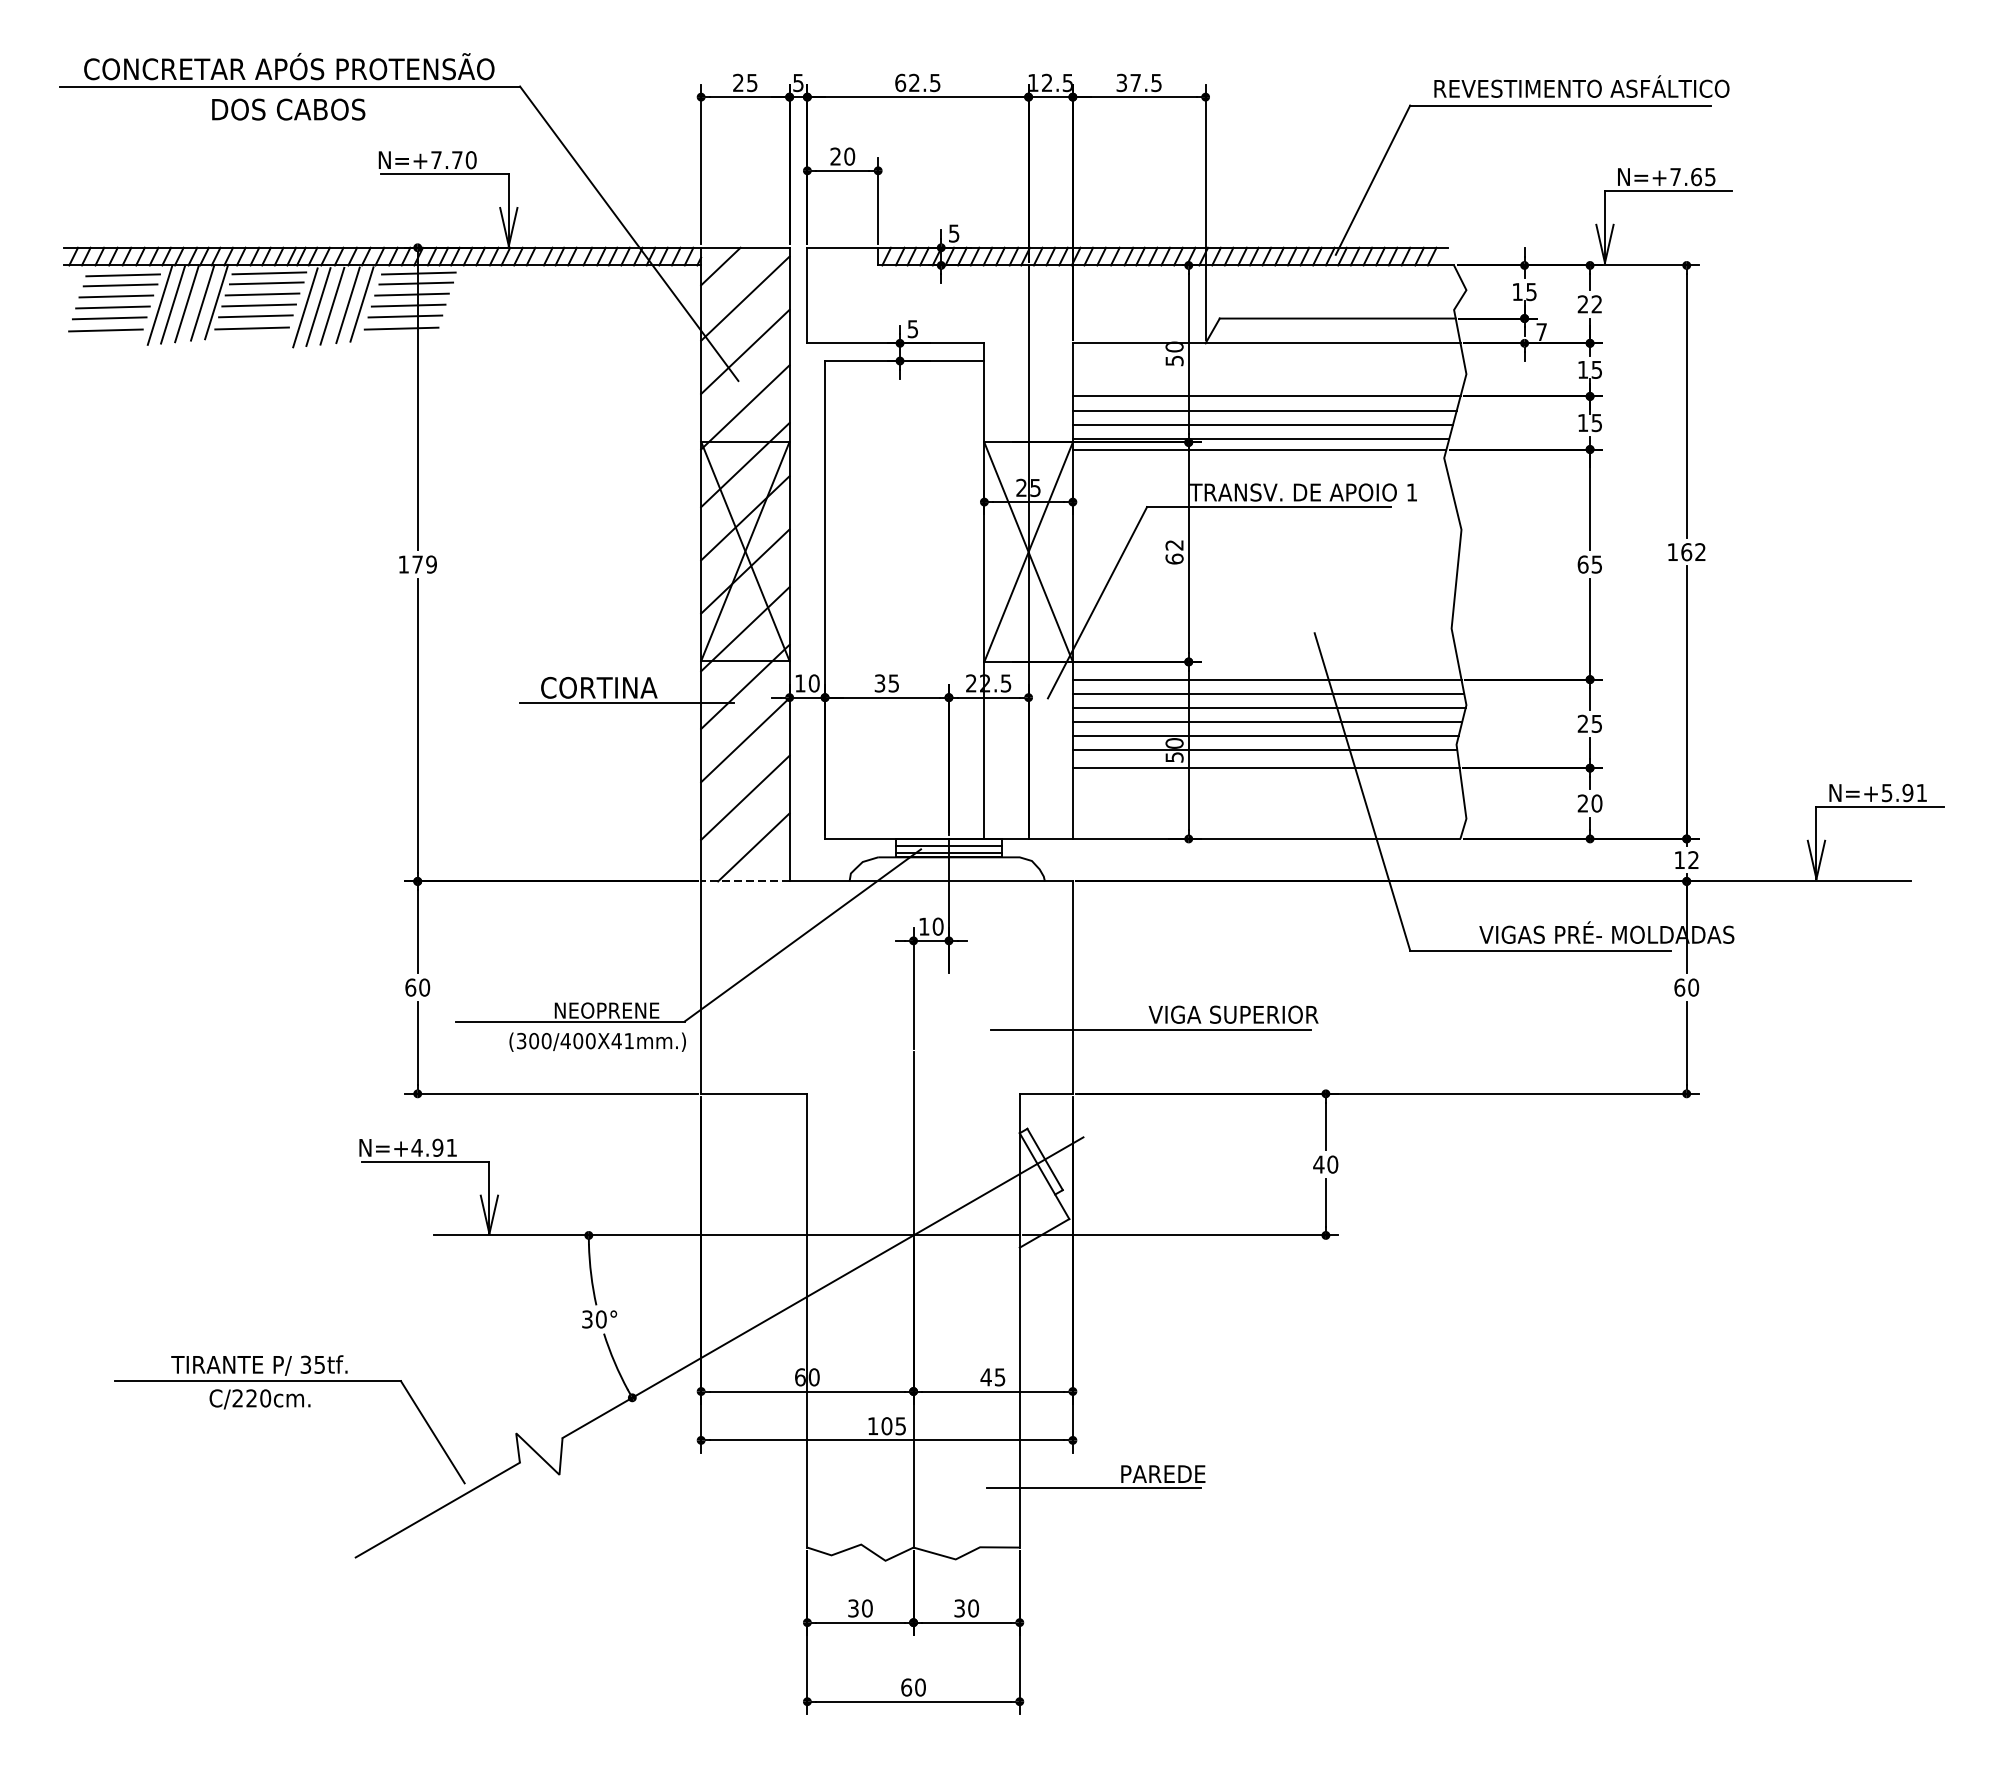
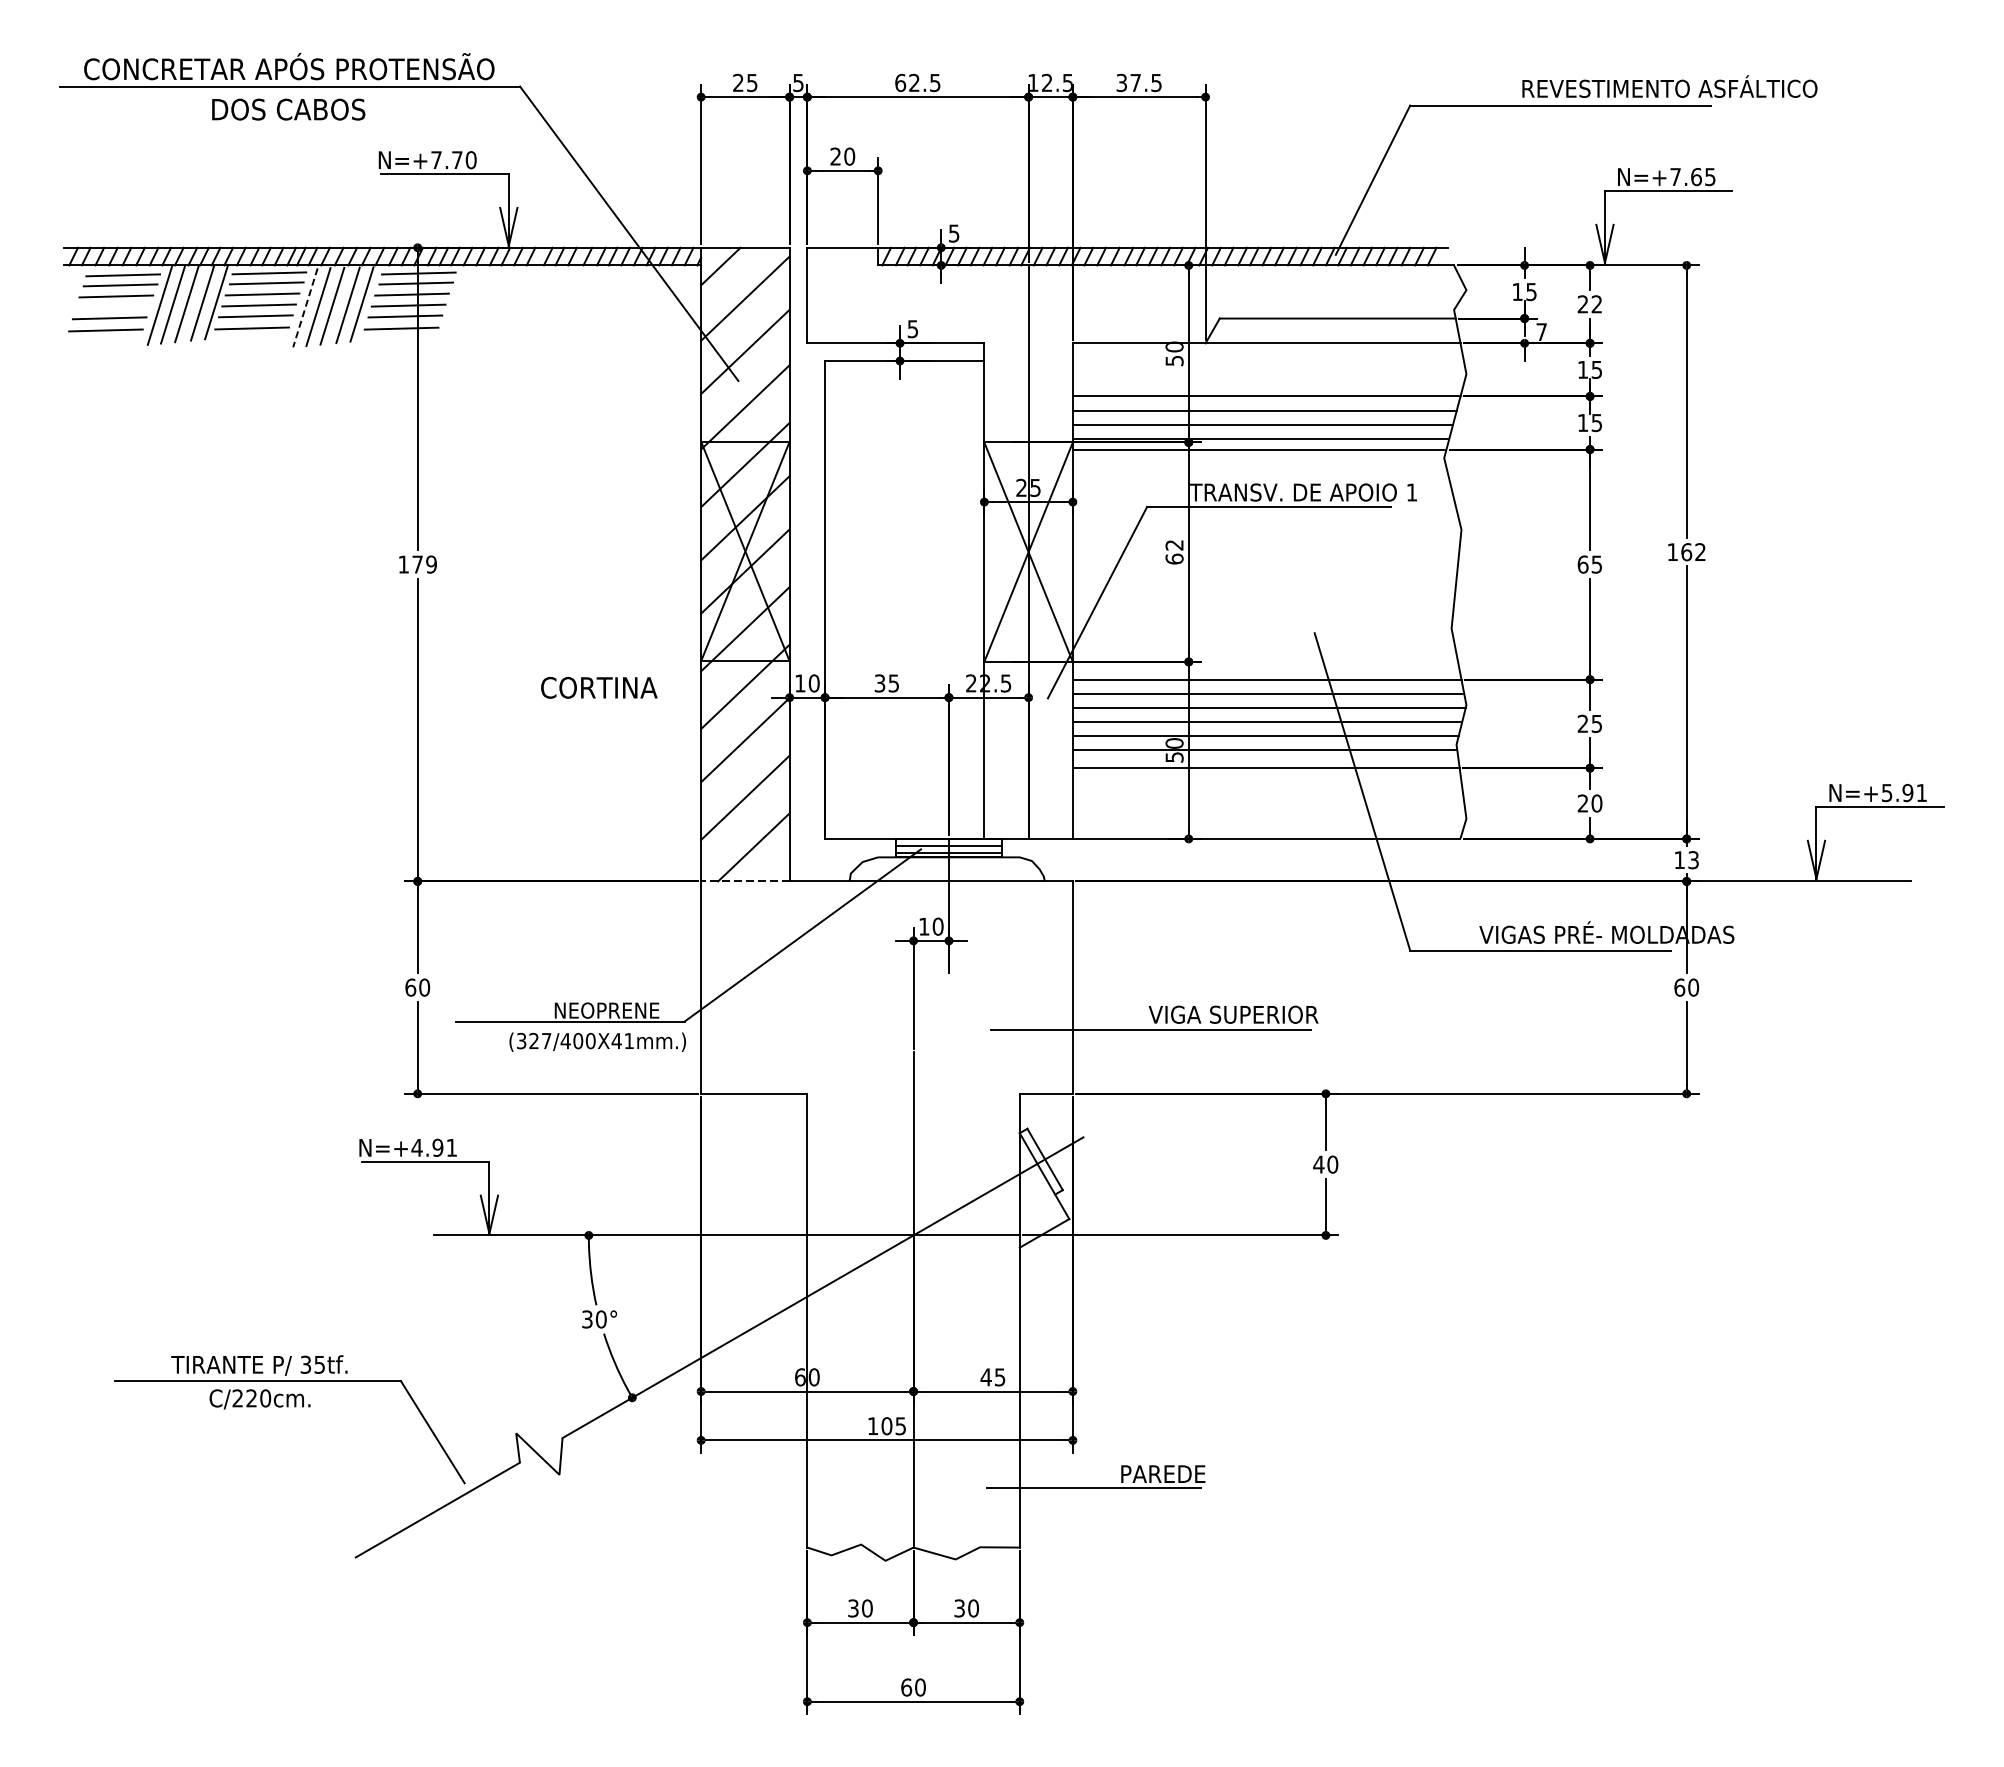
text at (1581, 86) position: (1581, 86) -> (1669, 86)
line at (112, 307): present -> none
line at (305, 308): solid -> dashed
line at (626, 703): present -> none
text at (1693, 860): 12 -> 13
text at (540, 1040): (300/400X41mm.) -> (327/400X41mm.)
